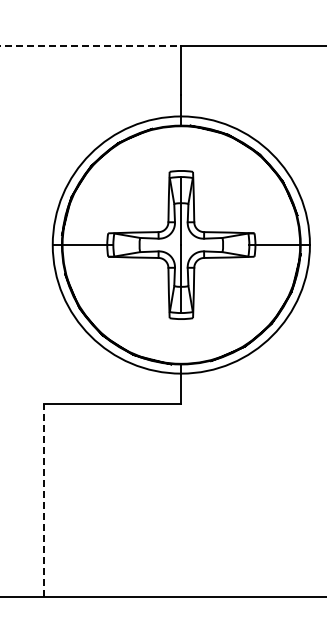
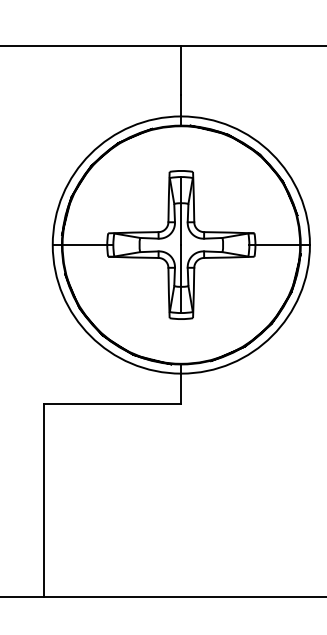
line at (91, 46): dashed -> solid
line at (43, 500): dashed -> solid
